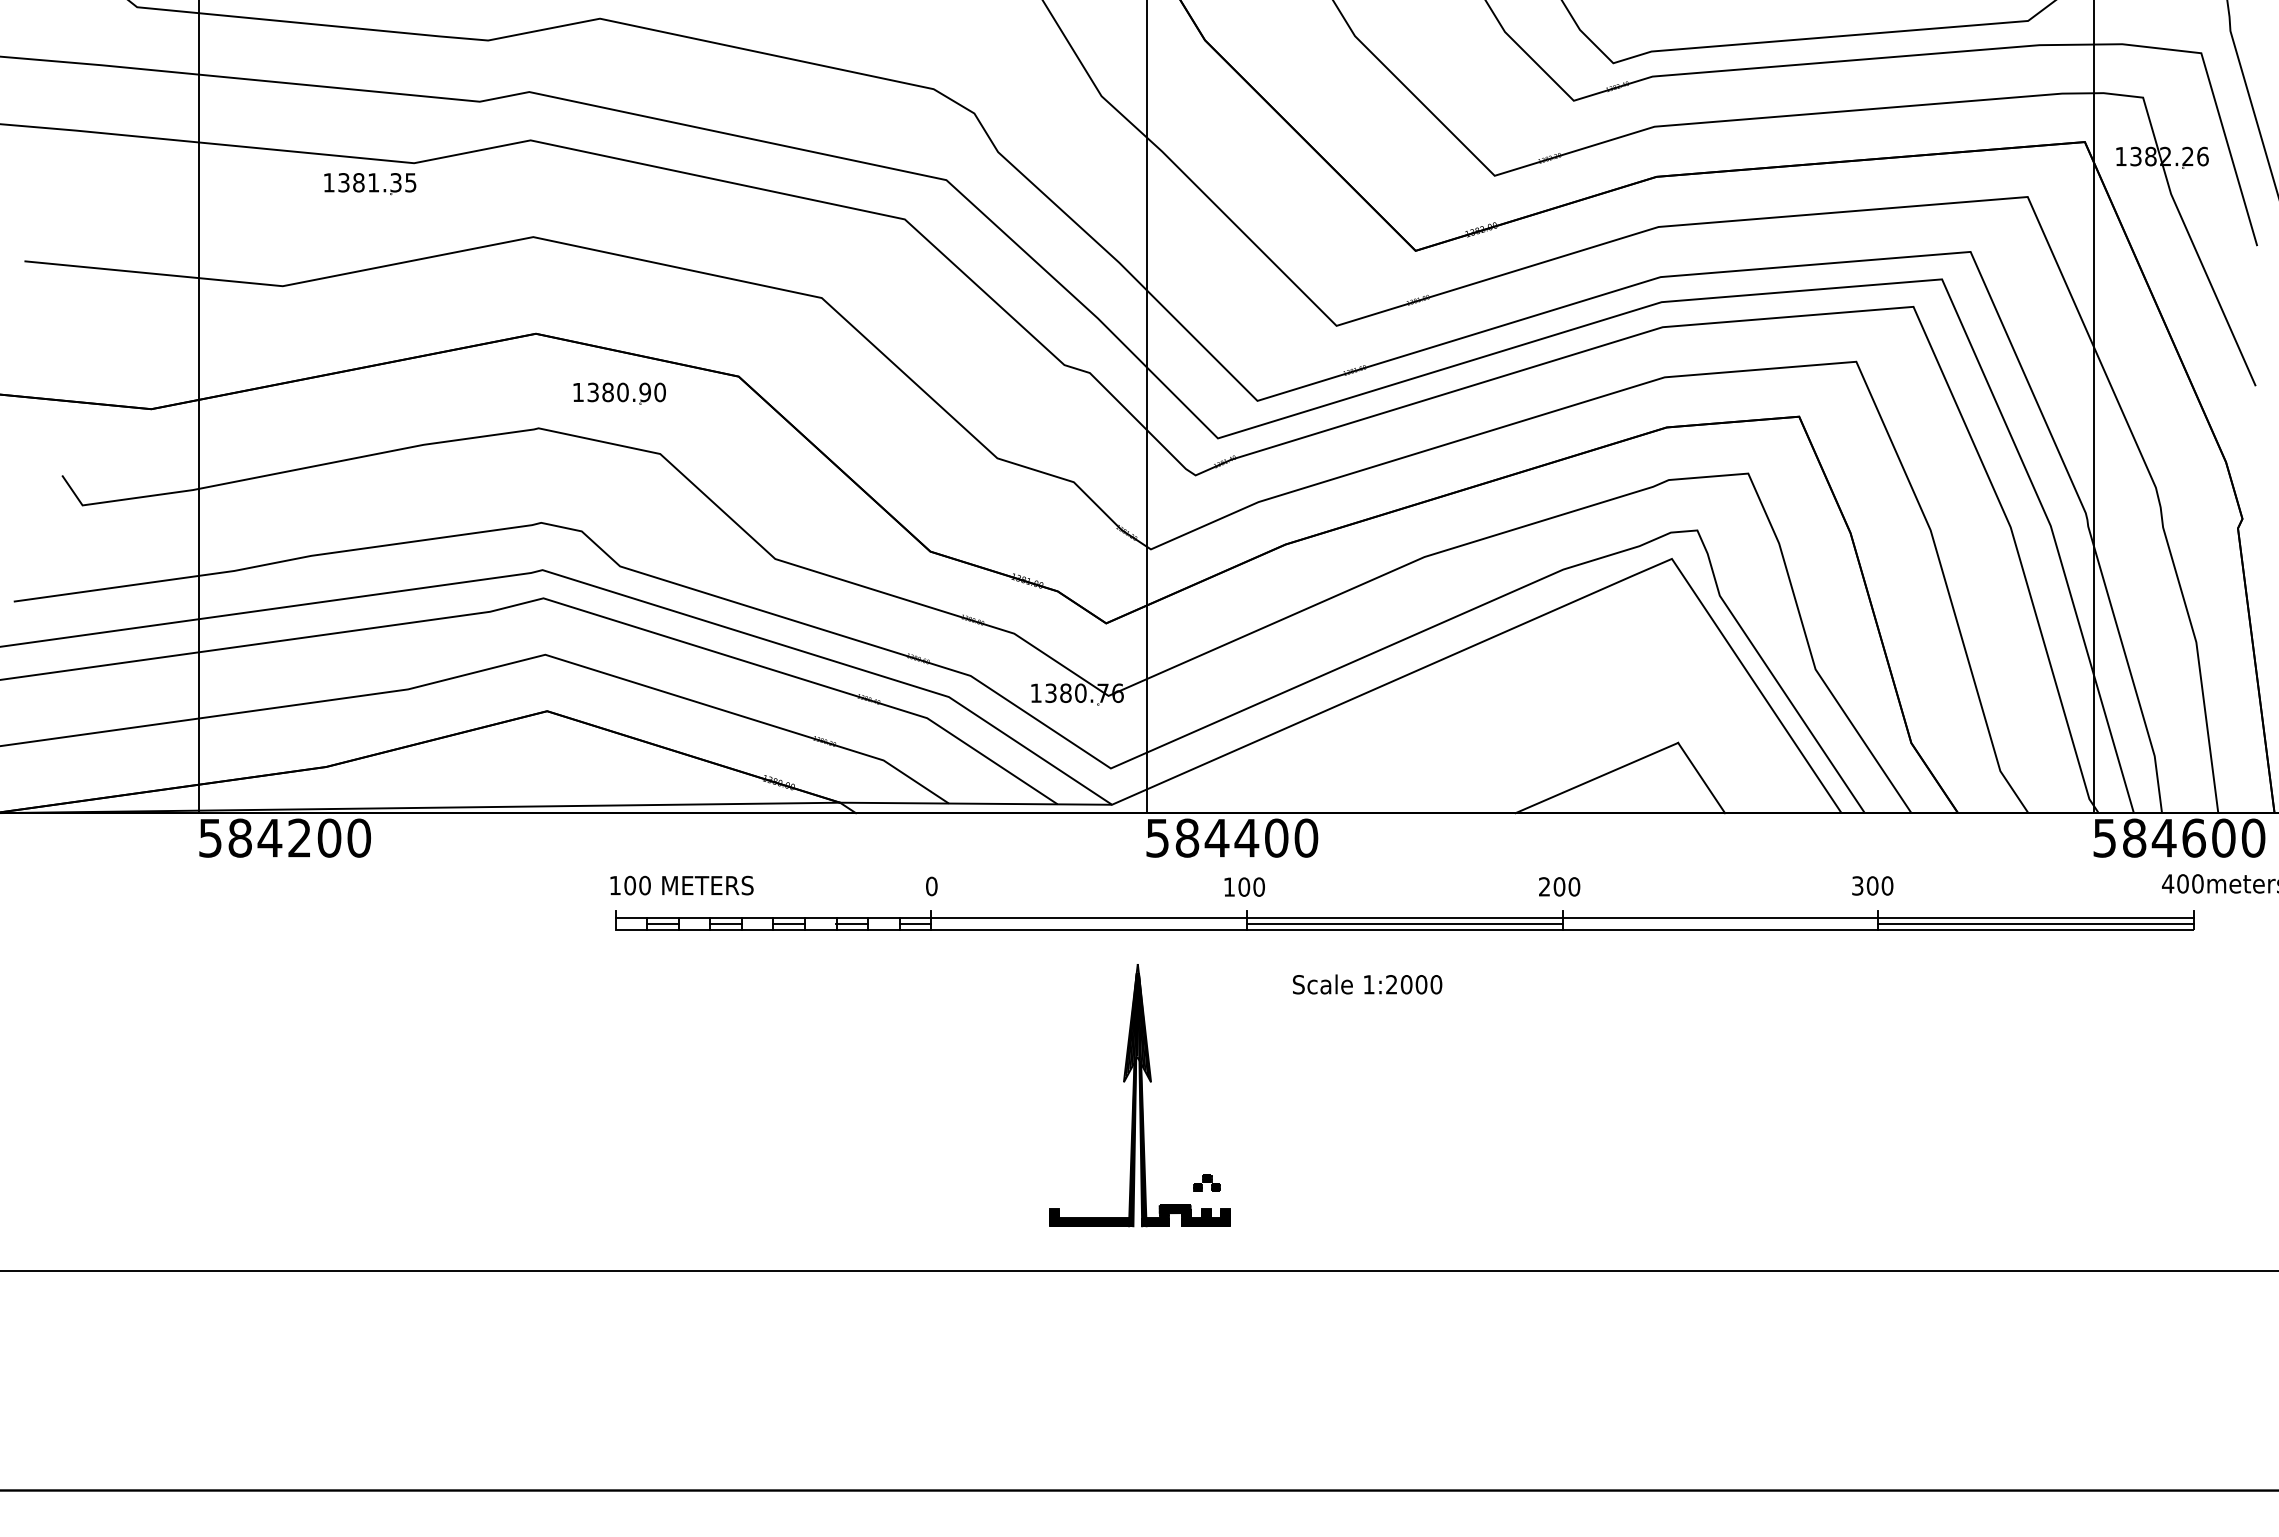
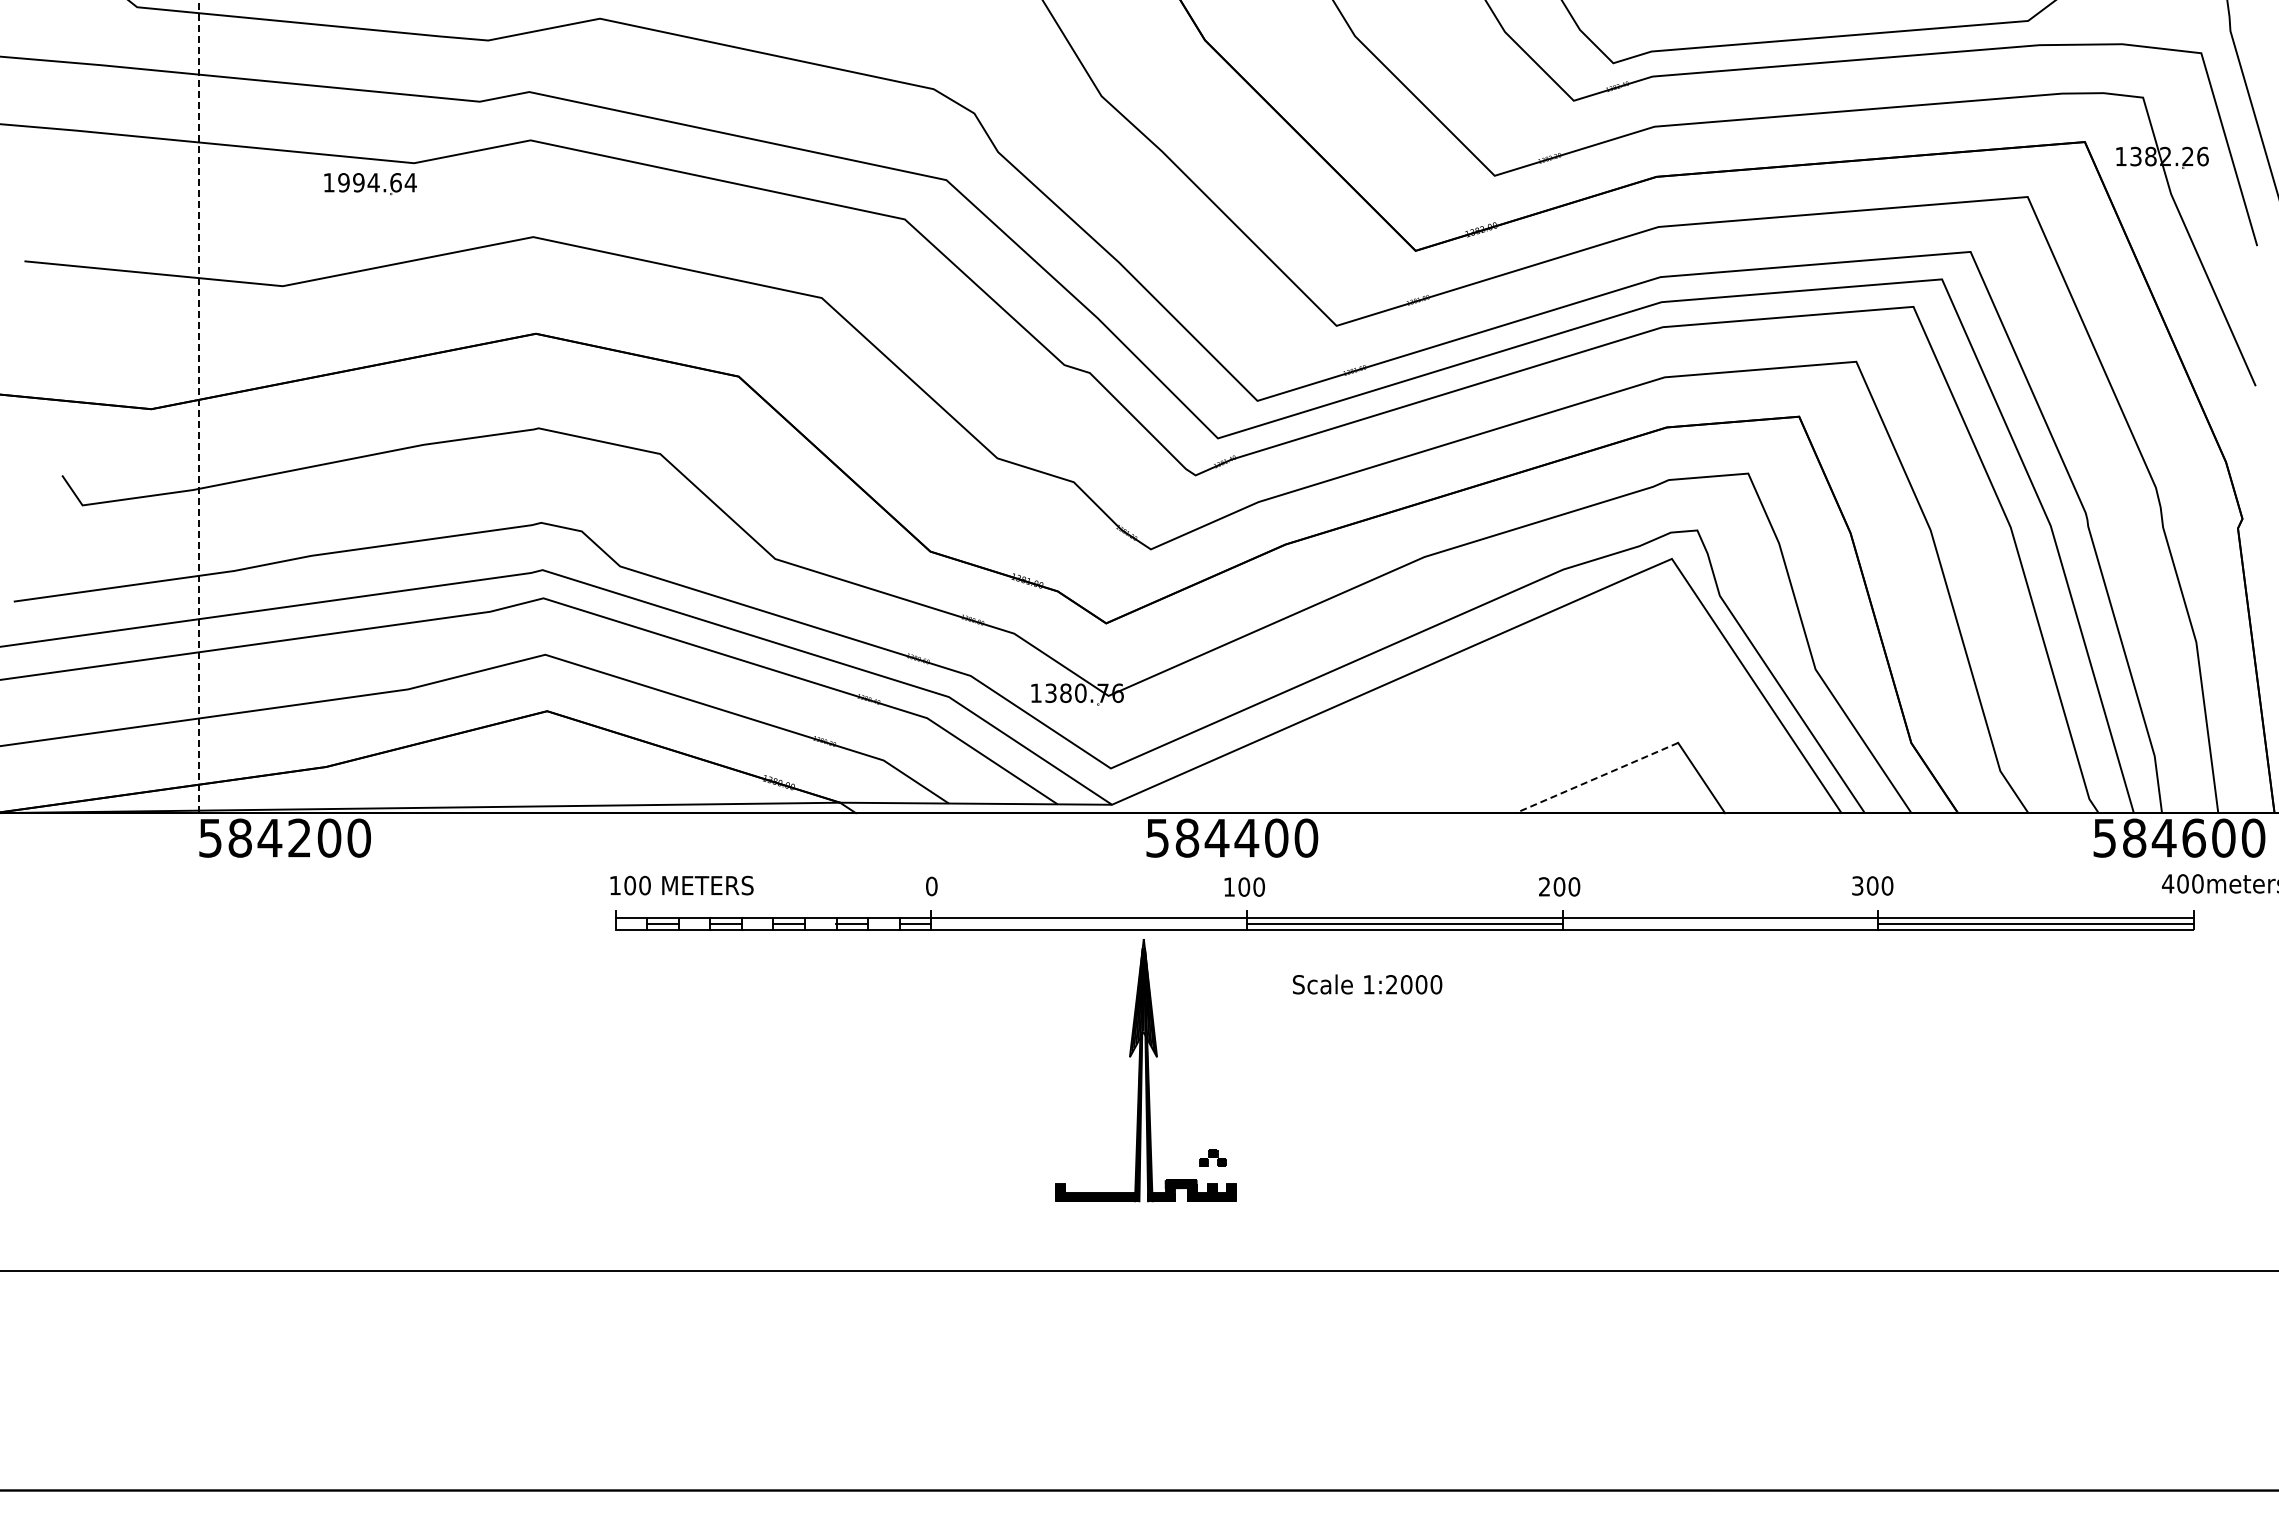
text at (377, 182): 1381.35 -> 1994.64
part at (619, 393): present -> none
line at (199, 406): solid -> dashed
line at (1146, 407): present -> none
line at (2093, 407): present -> none
line at (1596, 778): solid -> dashed
part at (1139, 1095) position: (1139, 1095) -> (1145, 1070)
